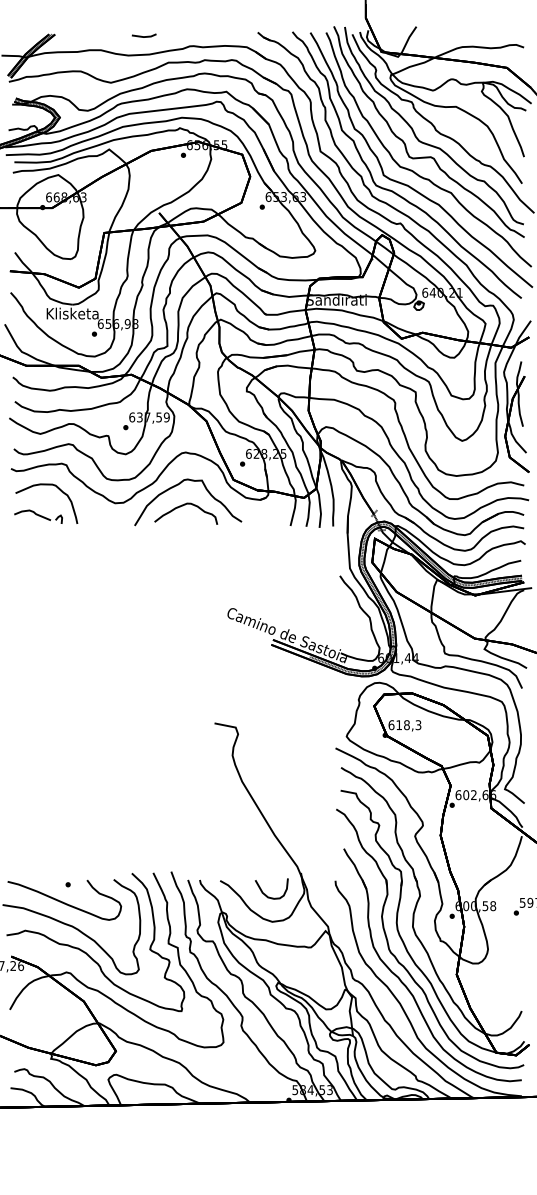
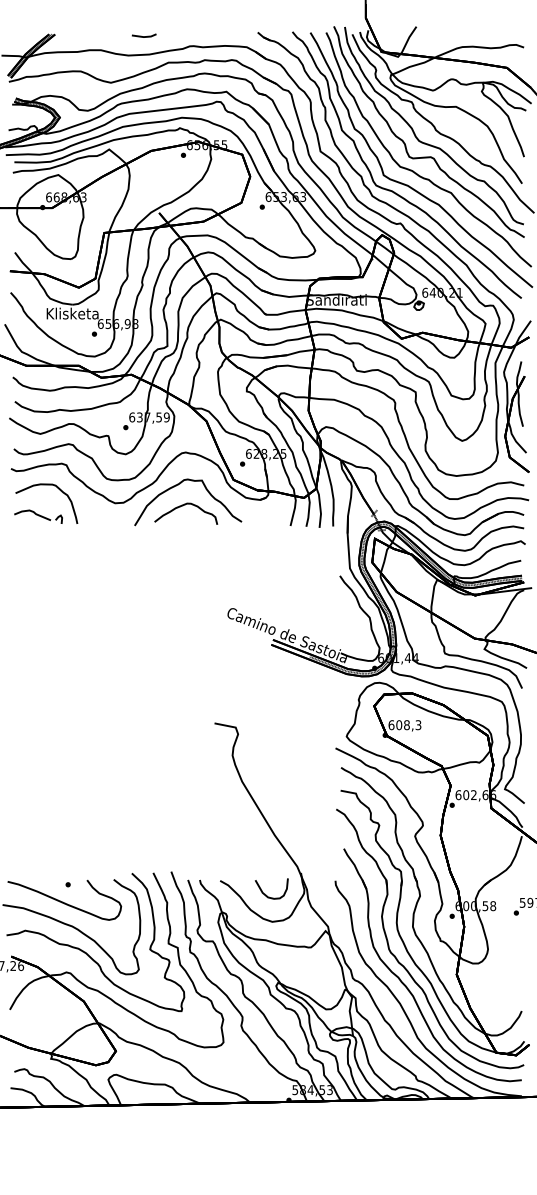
text at (399, 725): 618,3 -> 608,3
